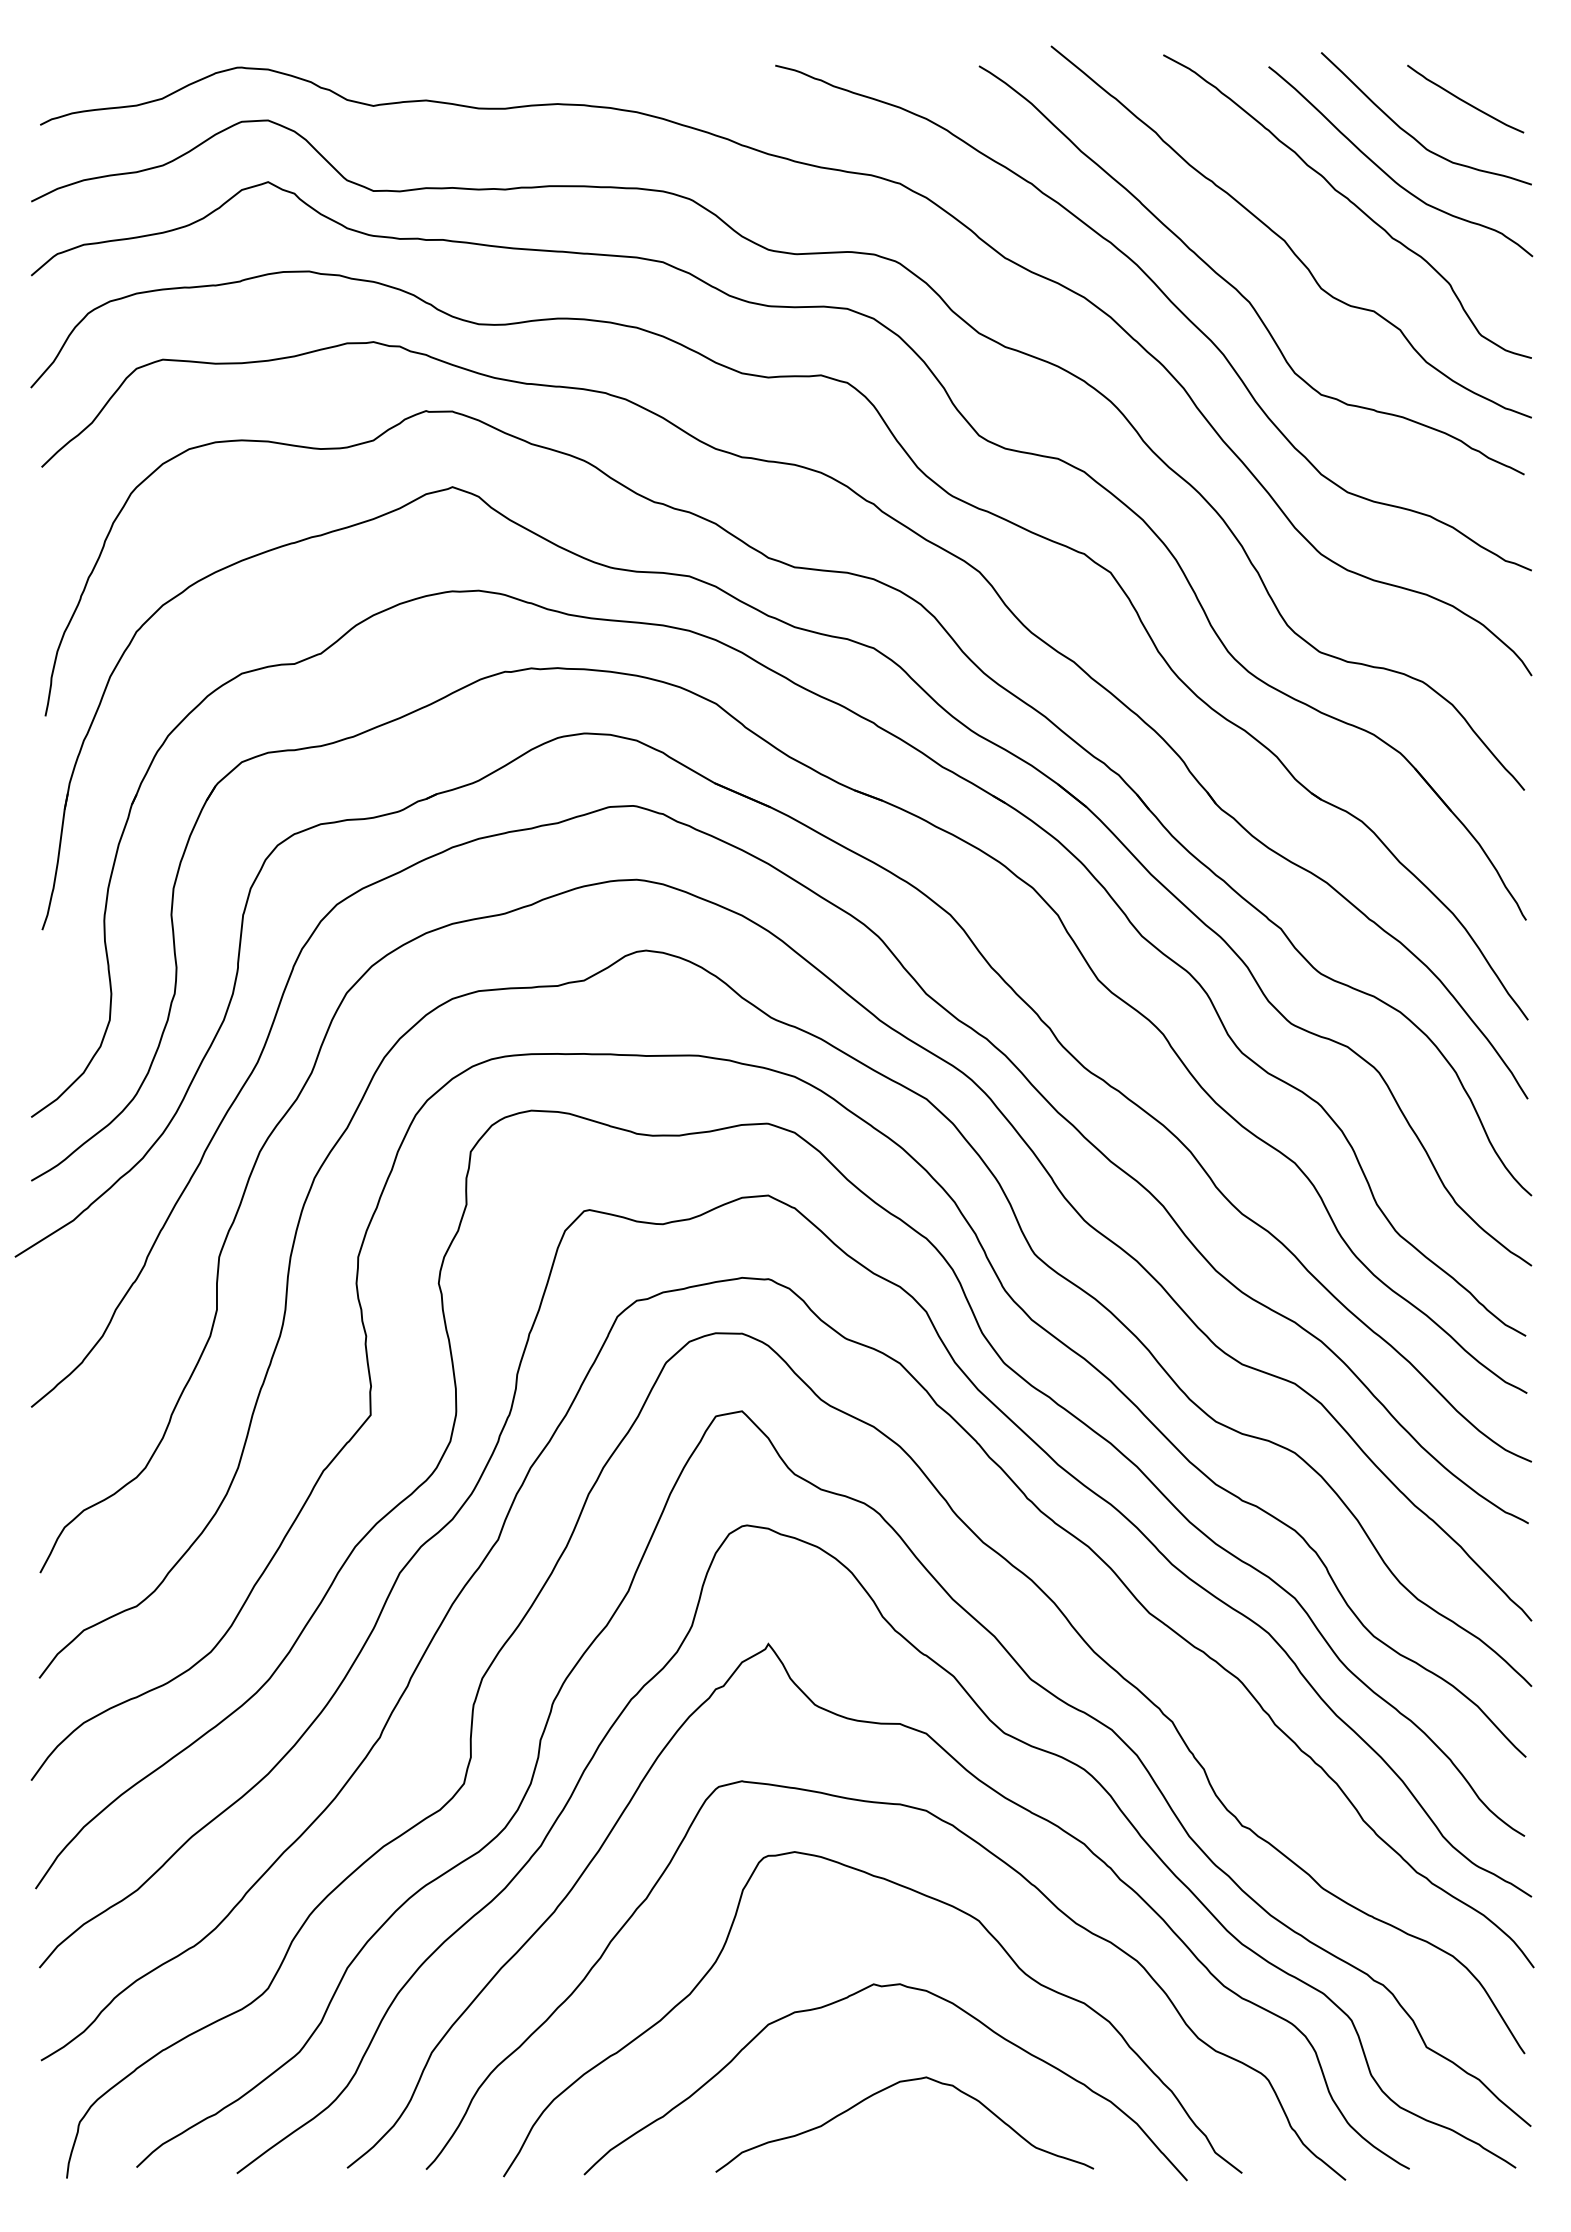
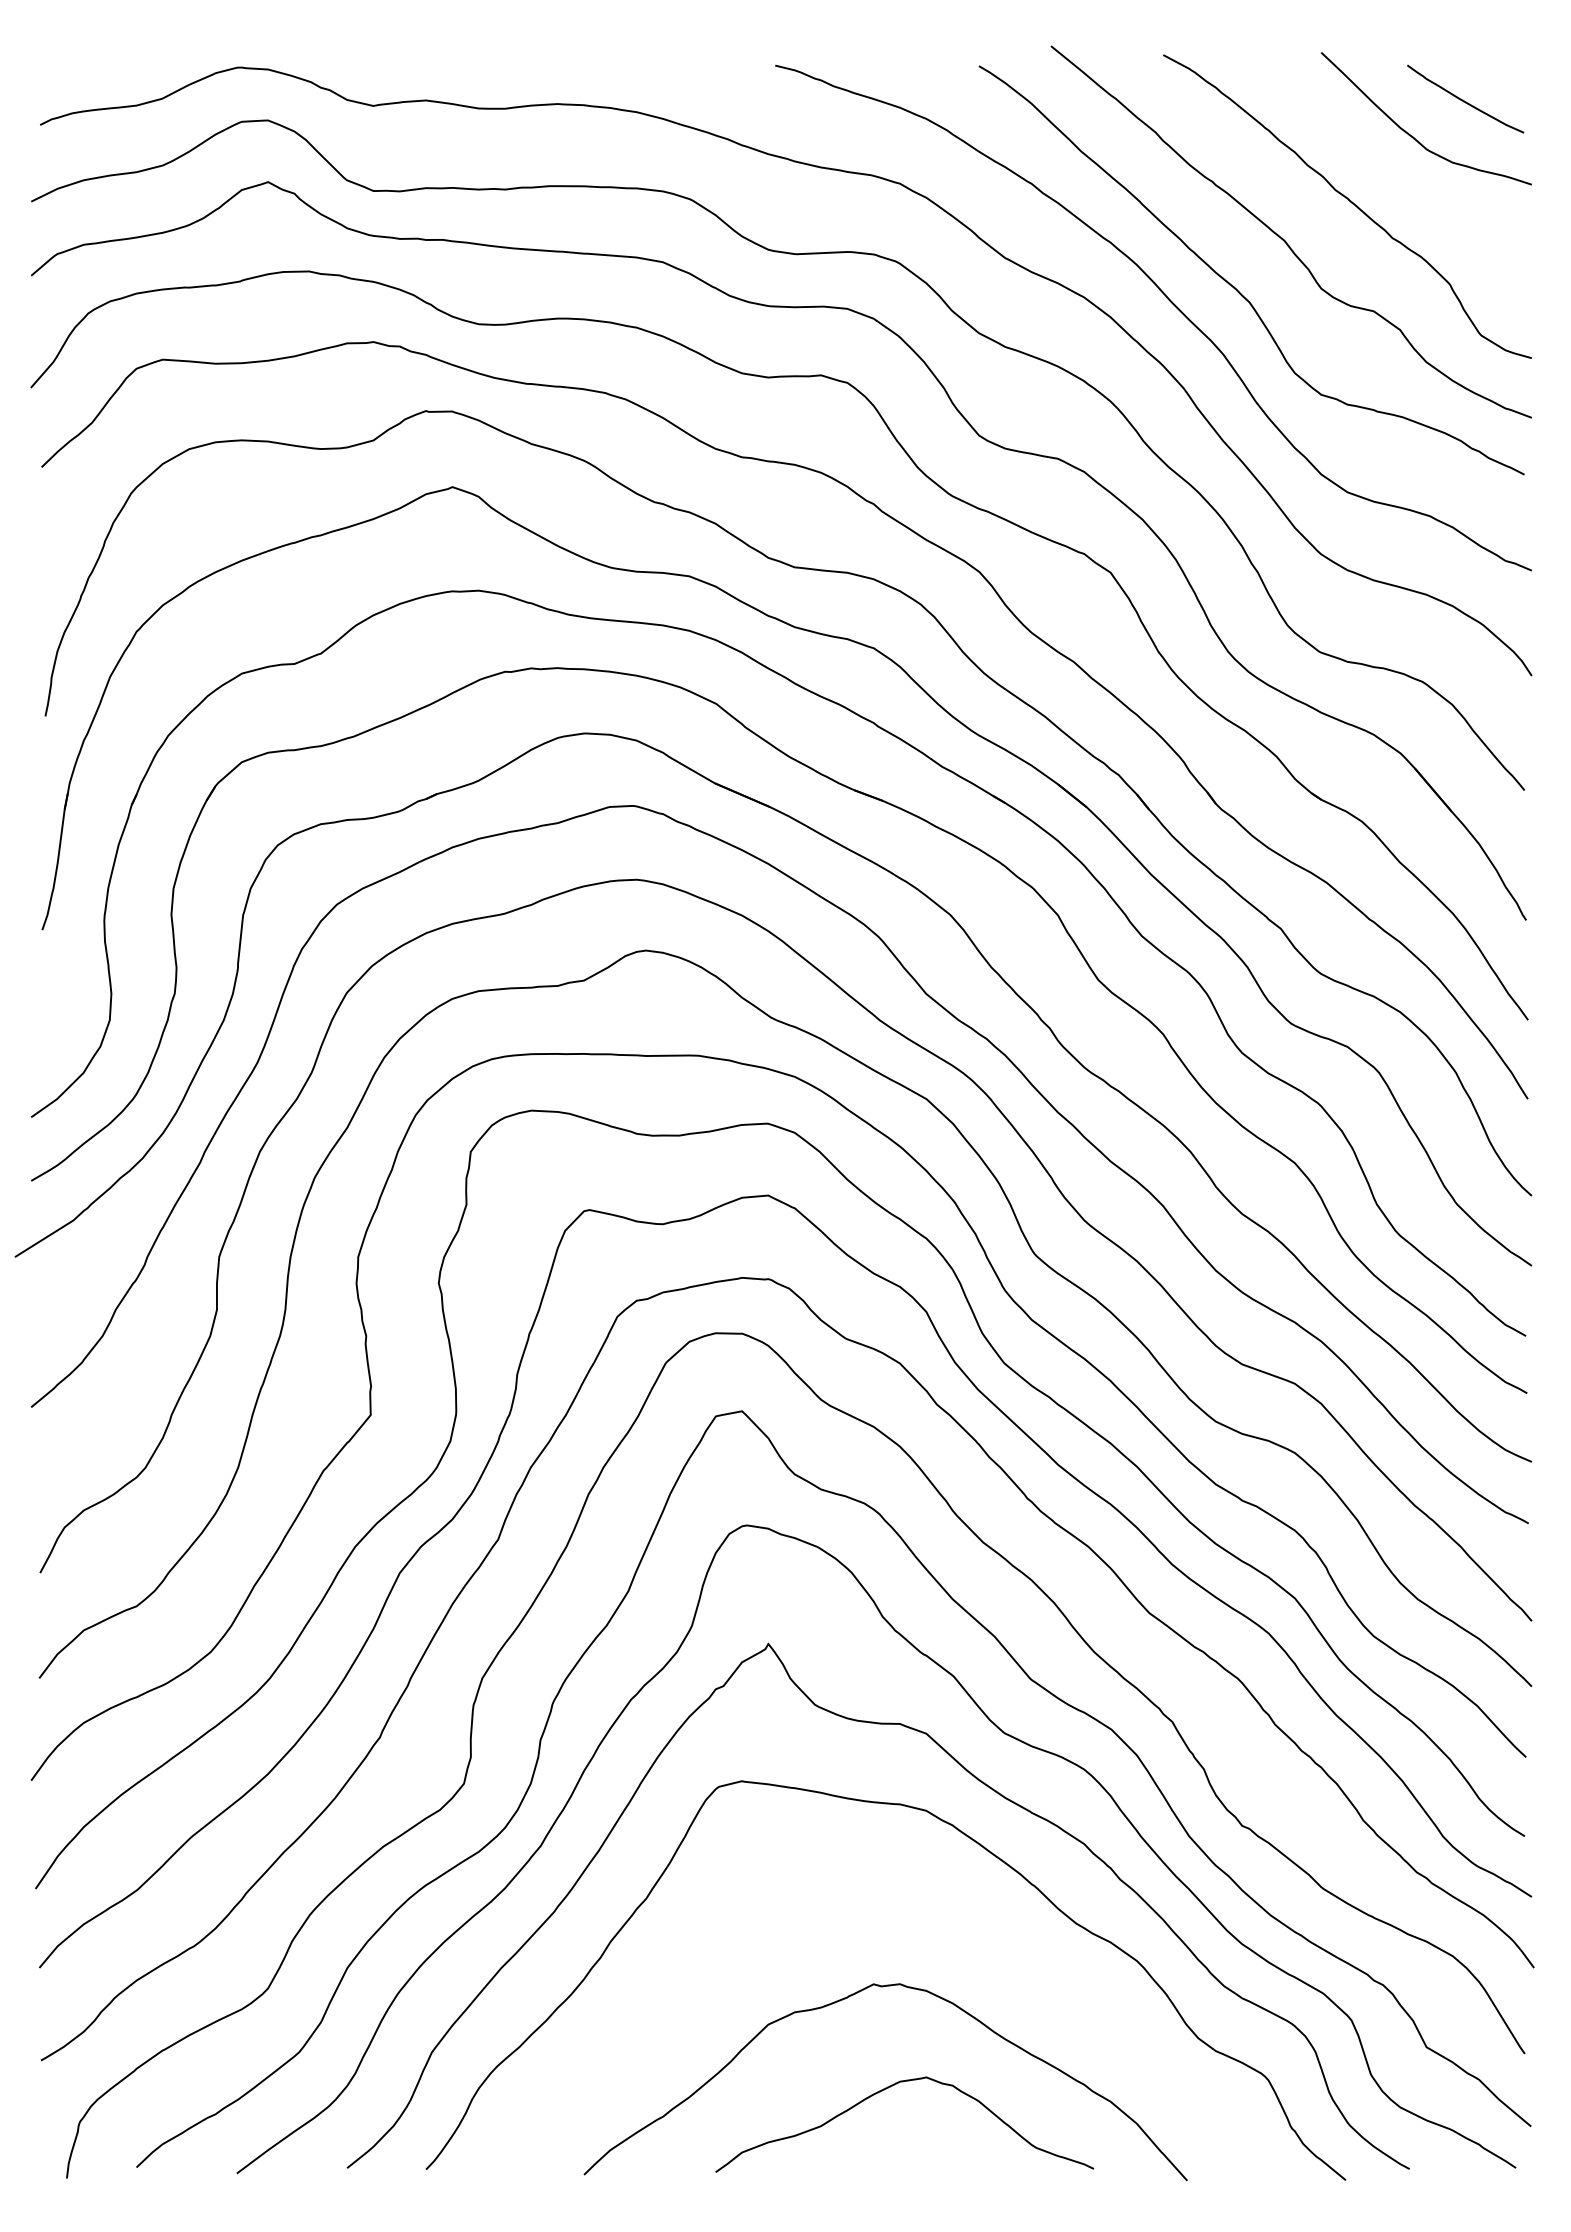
curve at (1387, 173): present -> none
curve at (922, 1895): present -> none
